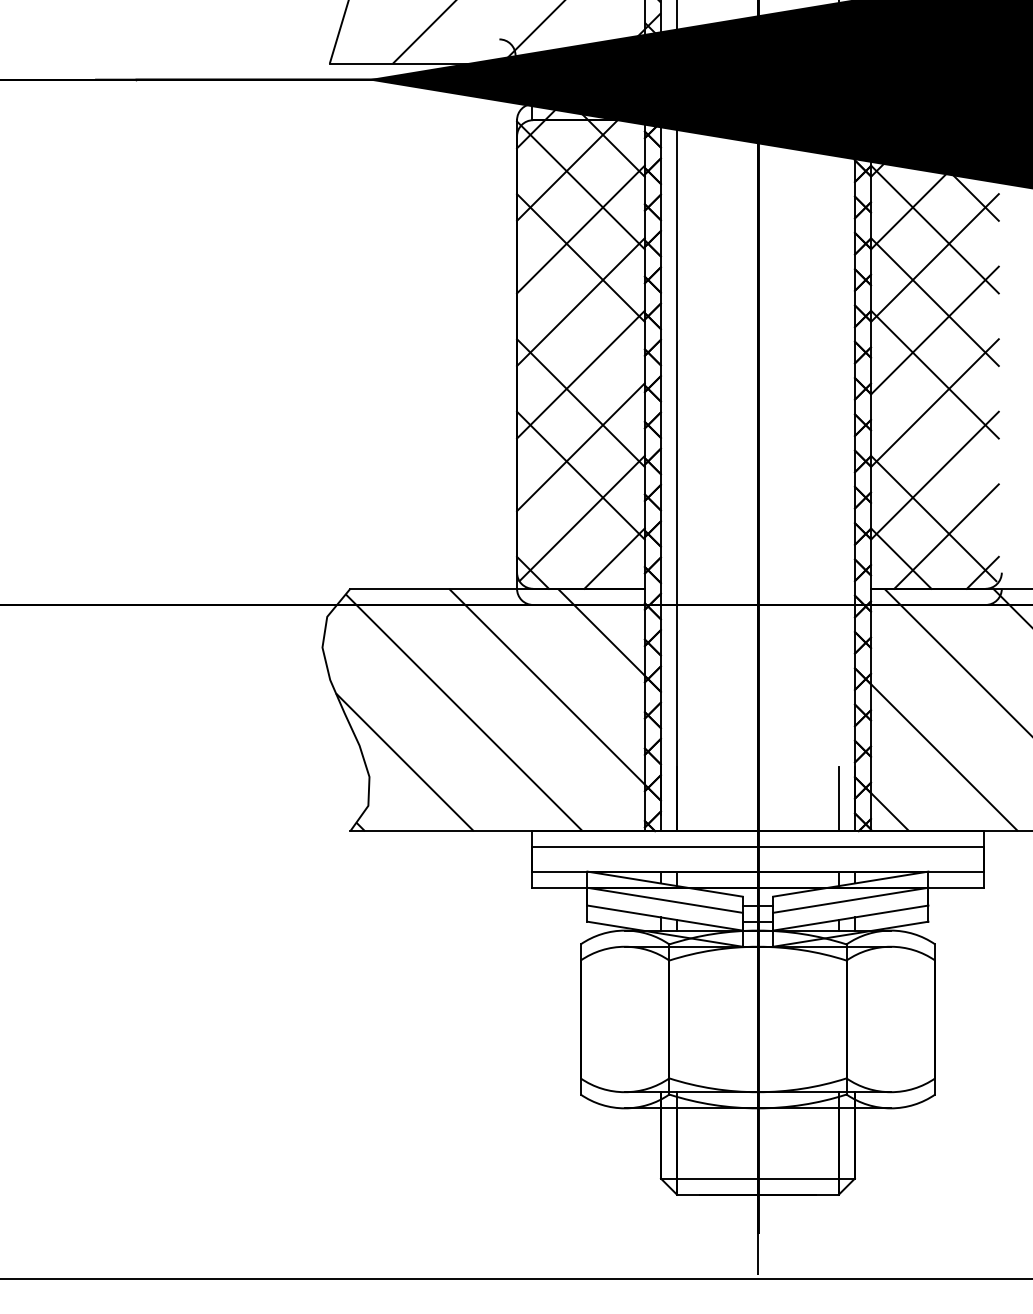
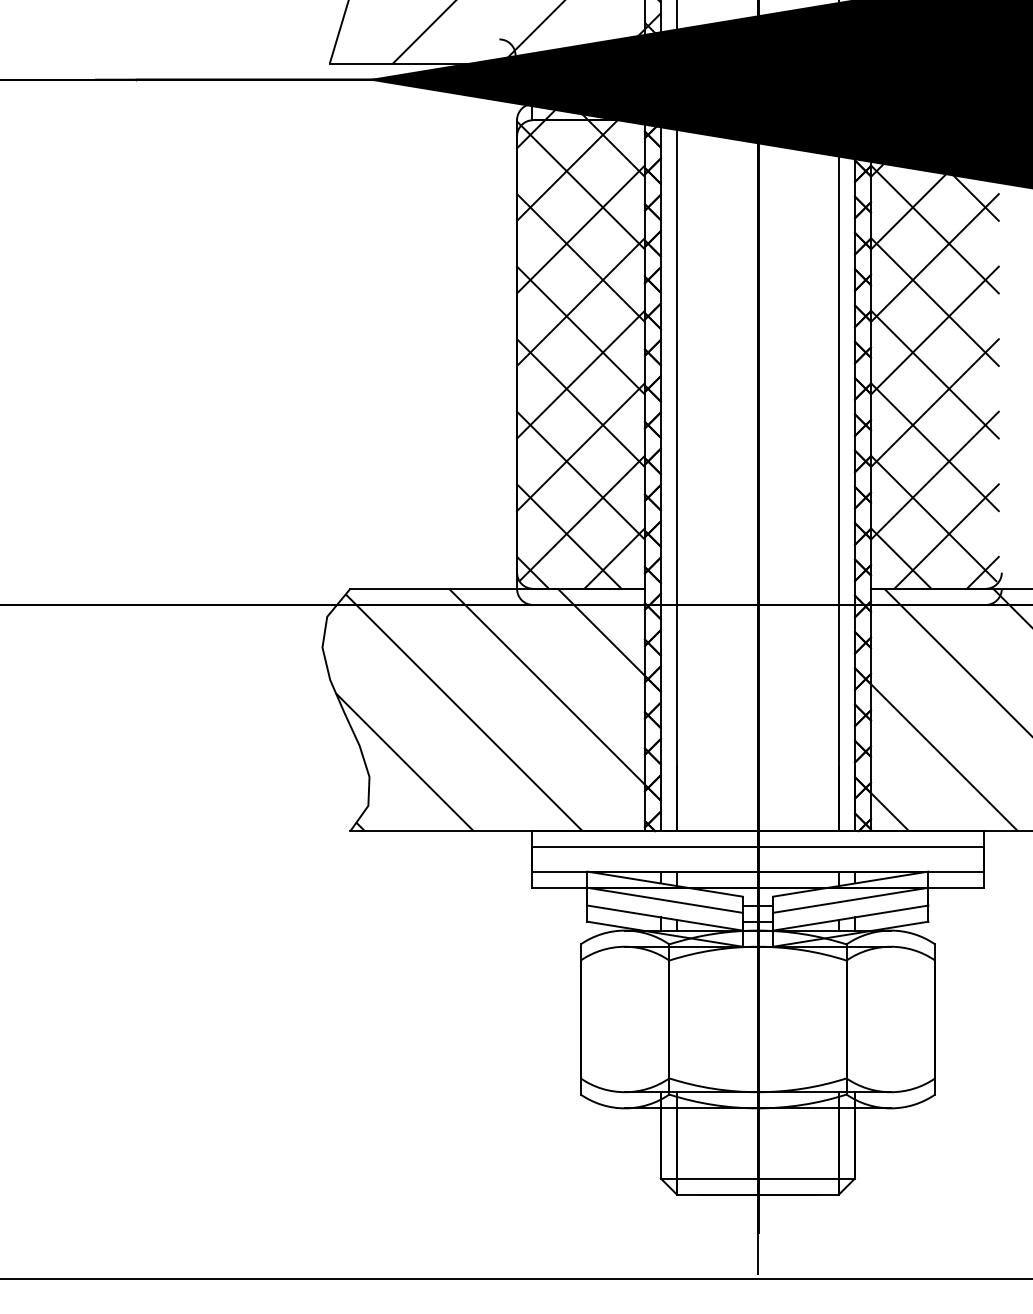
line at (580, 330): none -> present
line at (934, 447): none -> present
line at (838, 467): none -> present
line at (569, 536): none -> present
